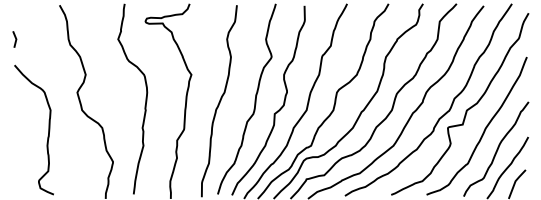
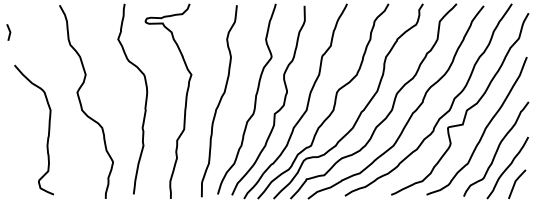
line at (15, 39) position: (15, 39) -> (9, 32)
